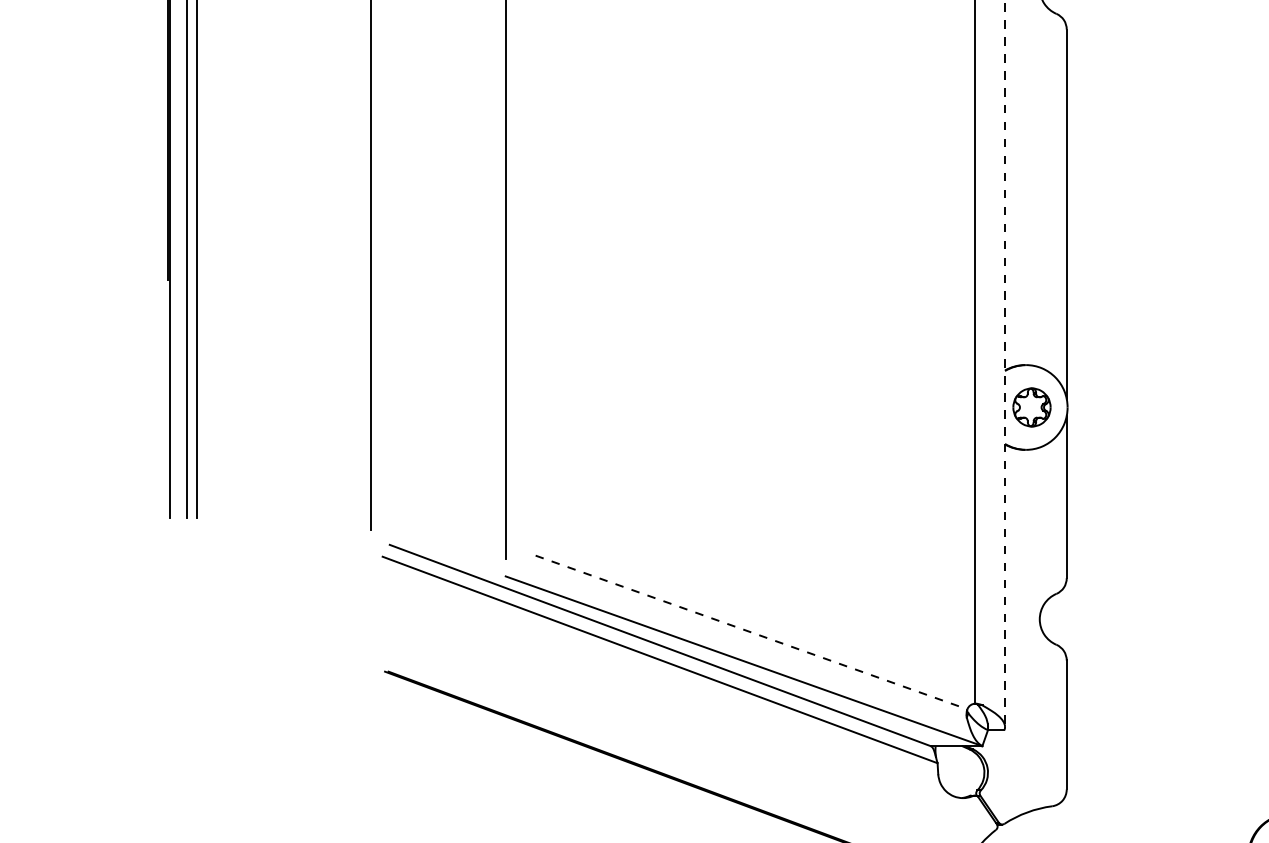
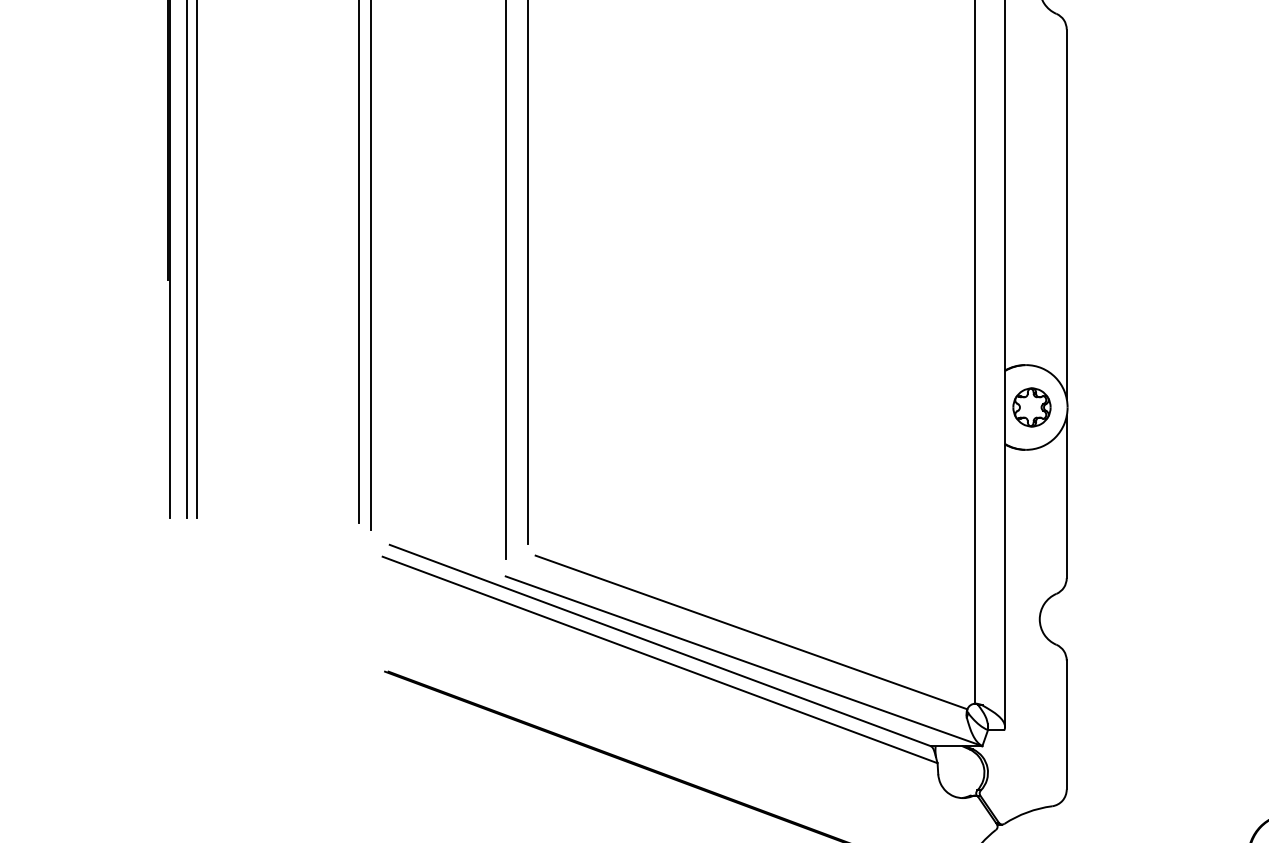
line at (359, 262): none -> present
line at (527, 273): none -> present
line at (1005, 363): dashed -> solid
line at (752, 632): dashed -> solid
